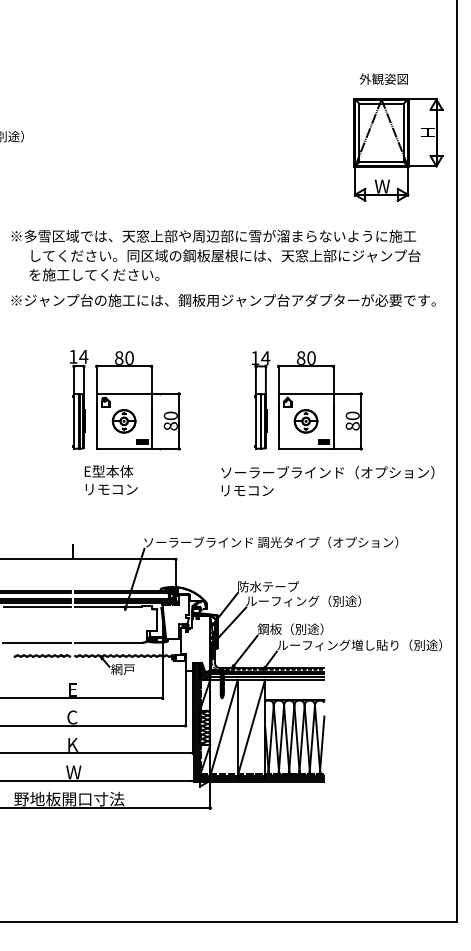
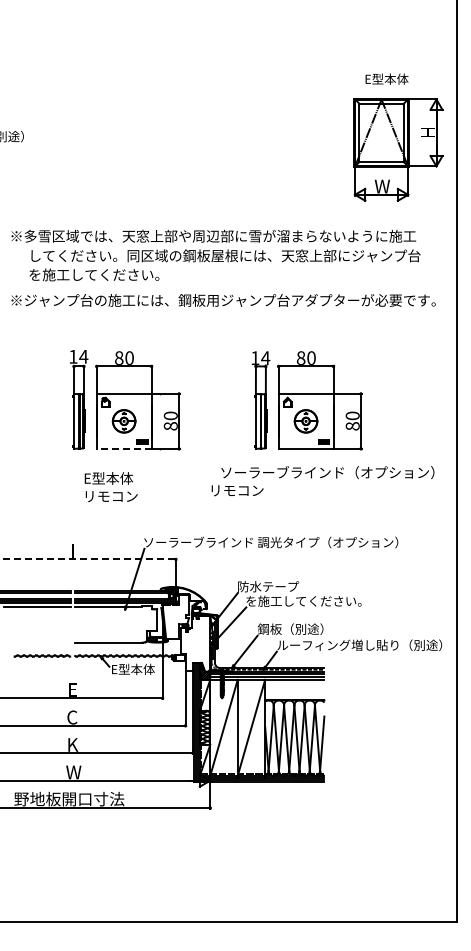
text at (384, 78): 外観姿図 -> E型本体
line at (123, 448): solid -> dashed
text at (110, 479) position: (110, 479) -> (110, 486)
text at (247, 490) position: (247, 490) -> (237, 490)
line at (88, 559): solid -> dashed
text at (303, 600): ルーフィング（別途） -> を施工してください。
line at (36, 642): present -> none
text at (132, 669): 網戸 -> E型本体
